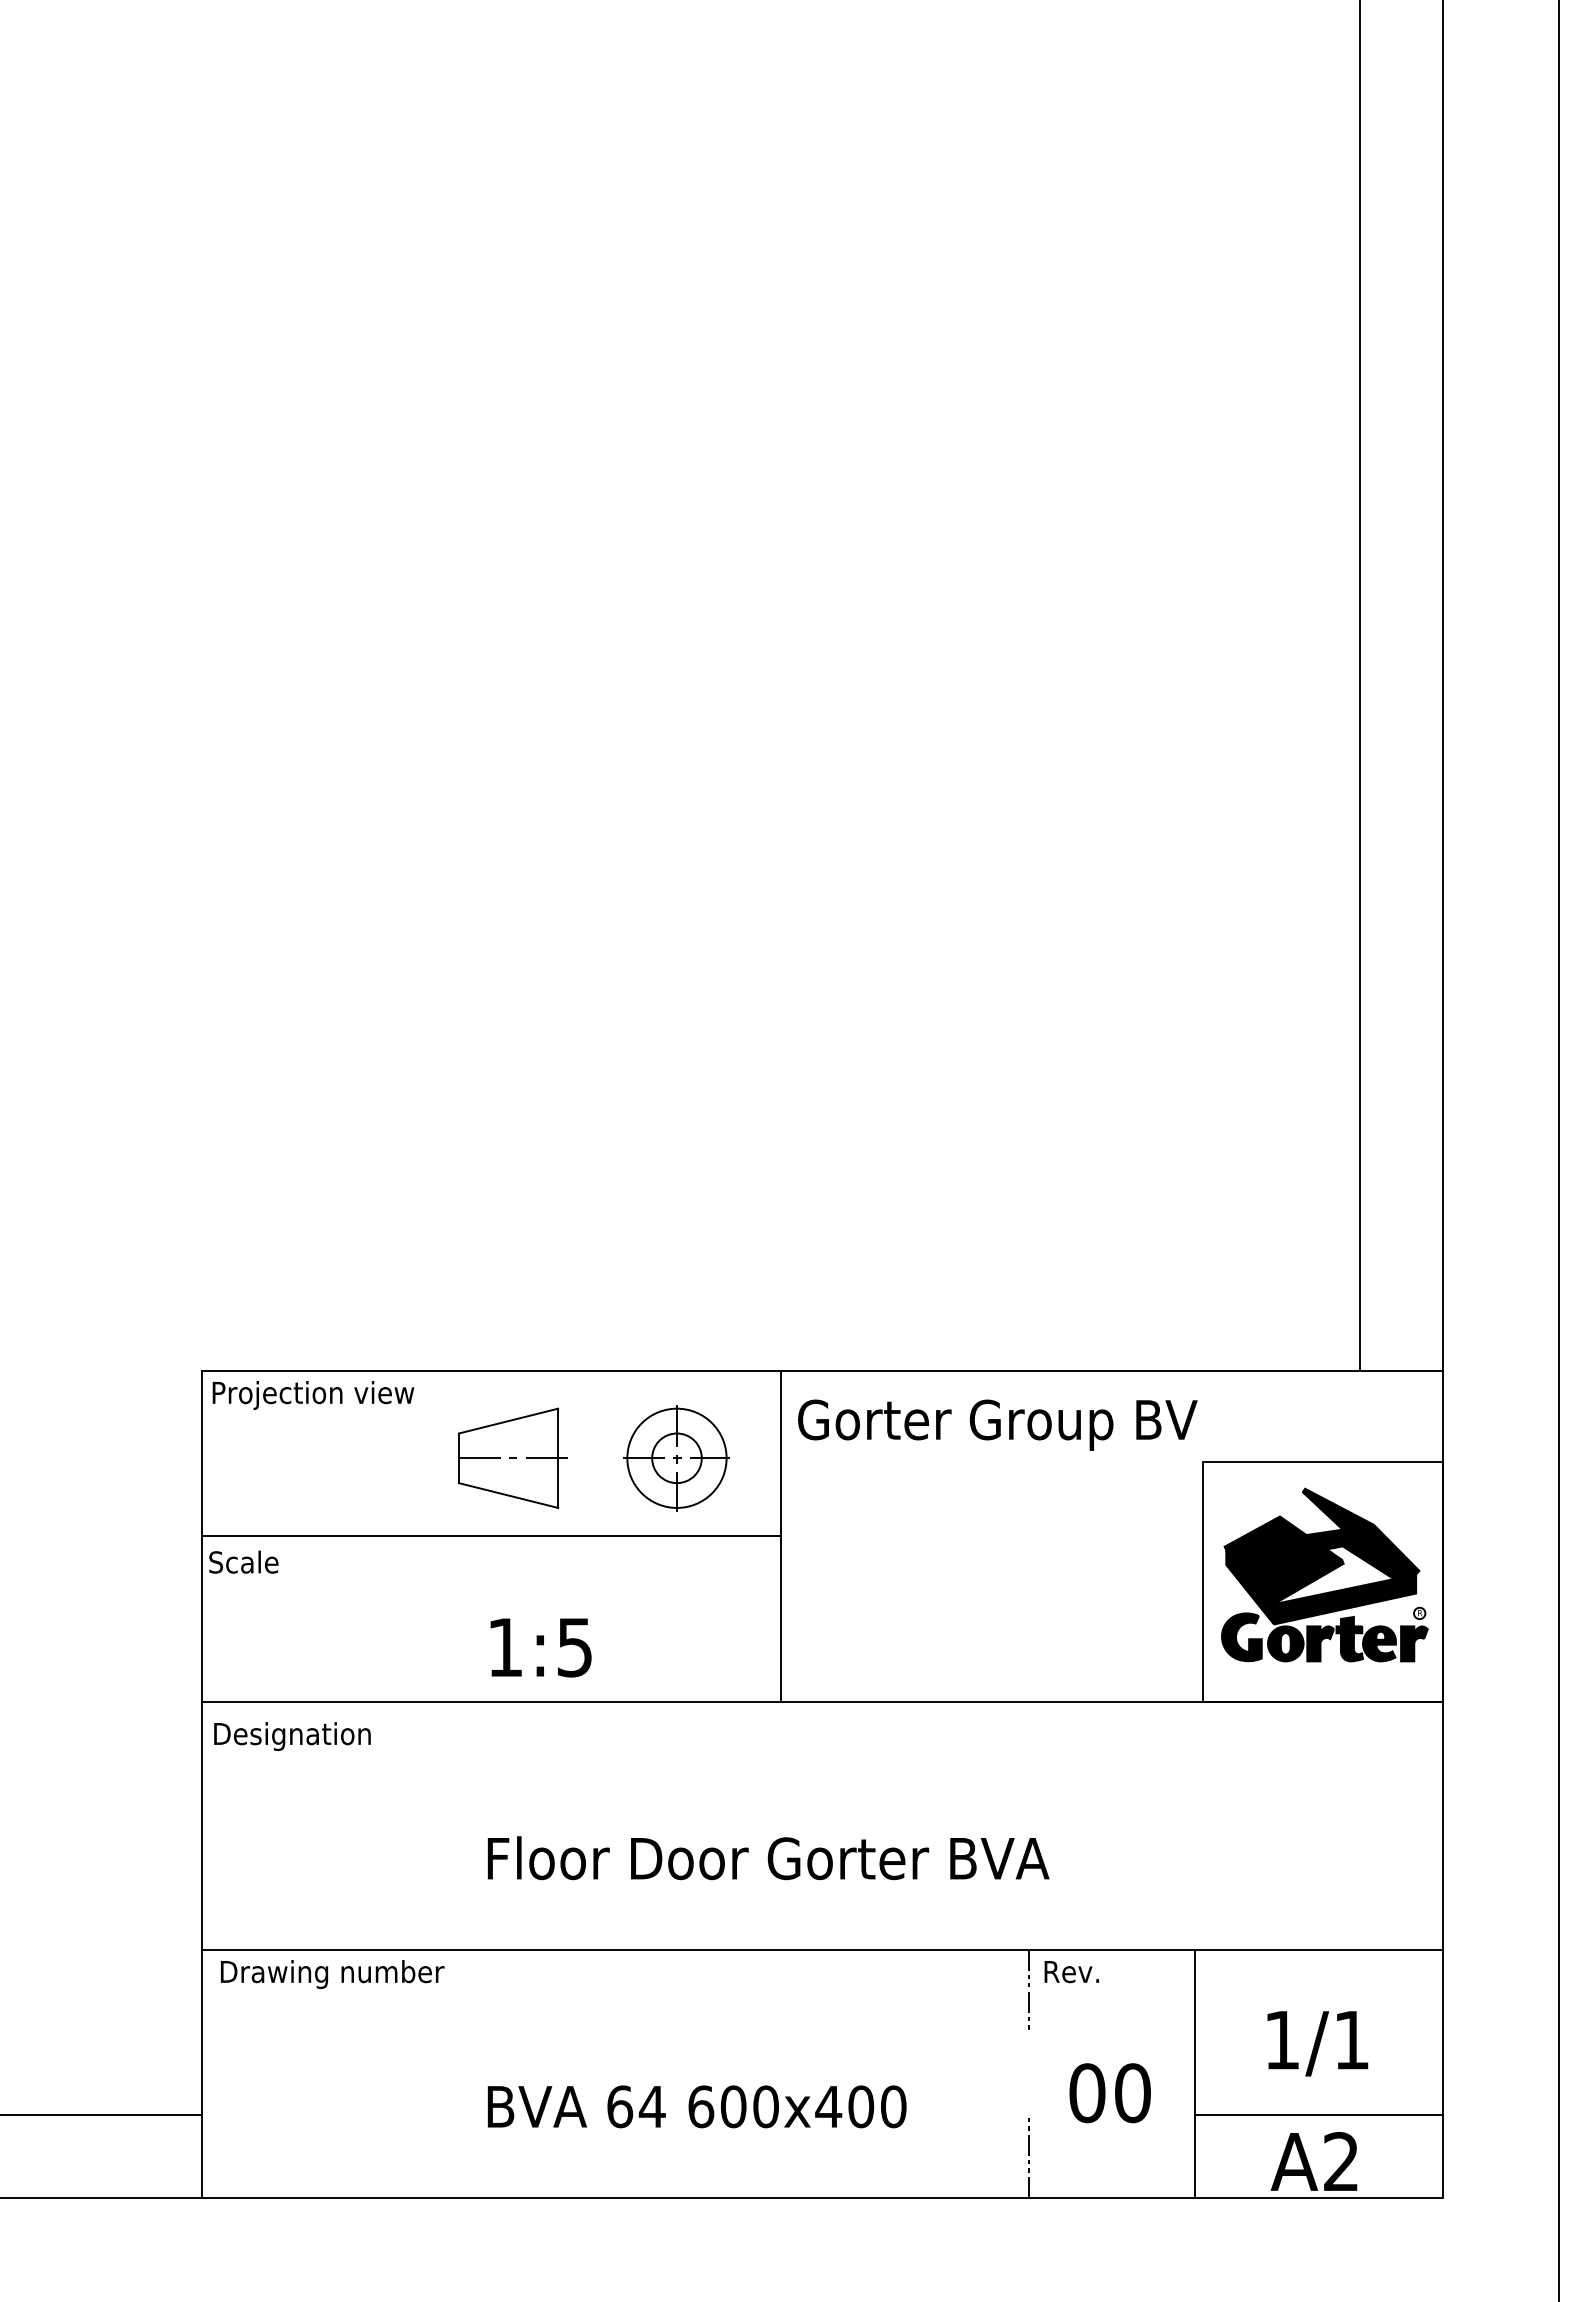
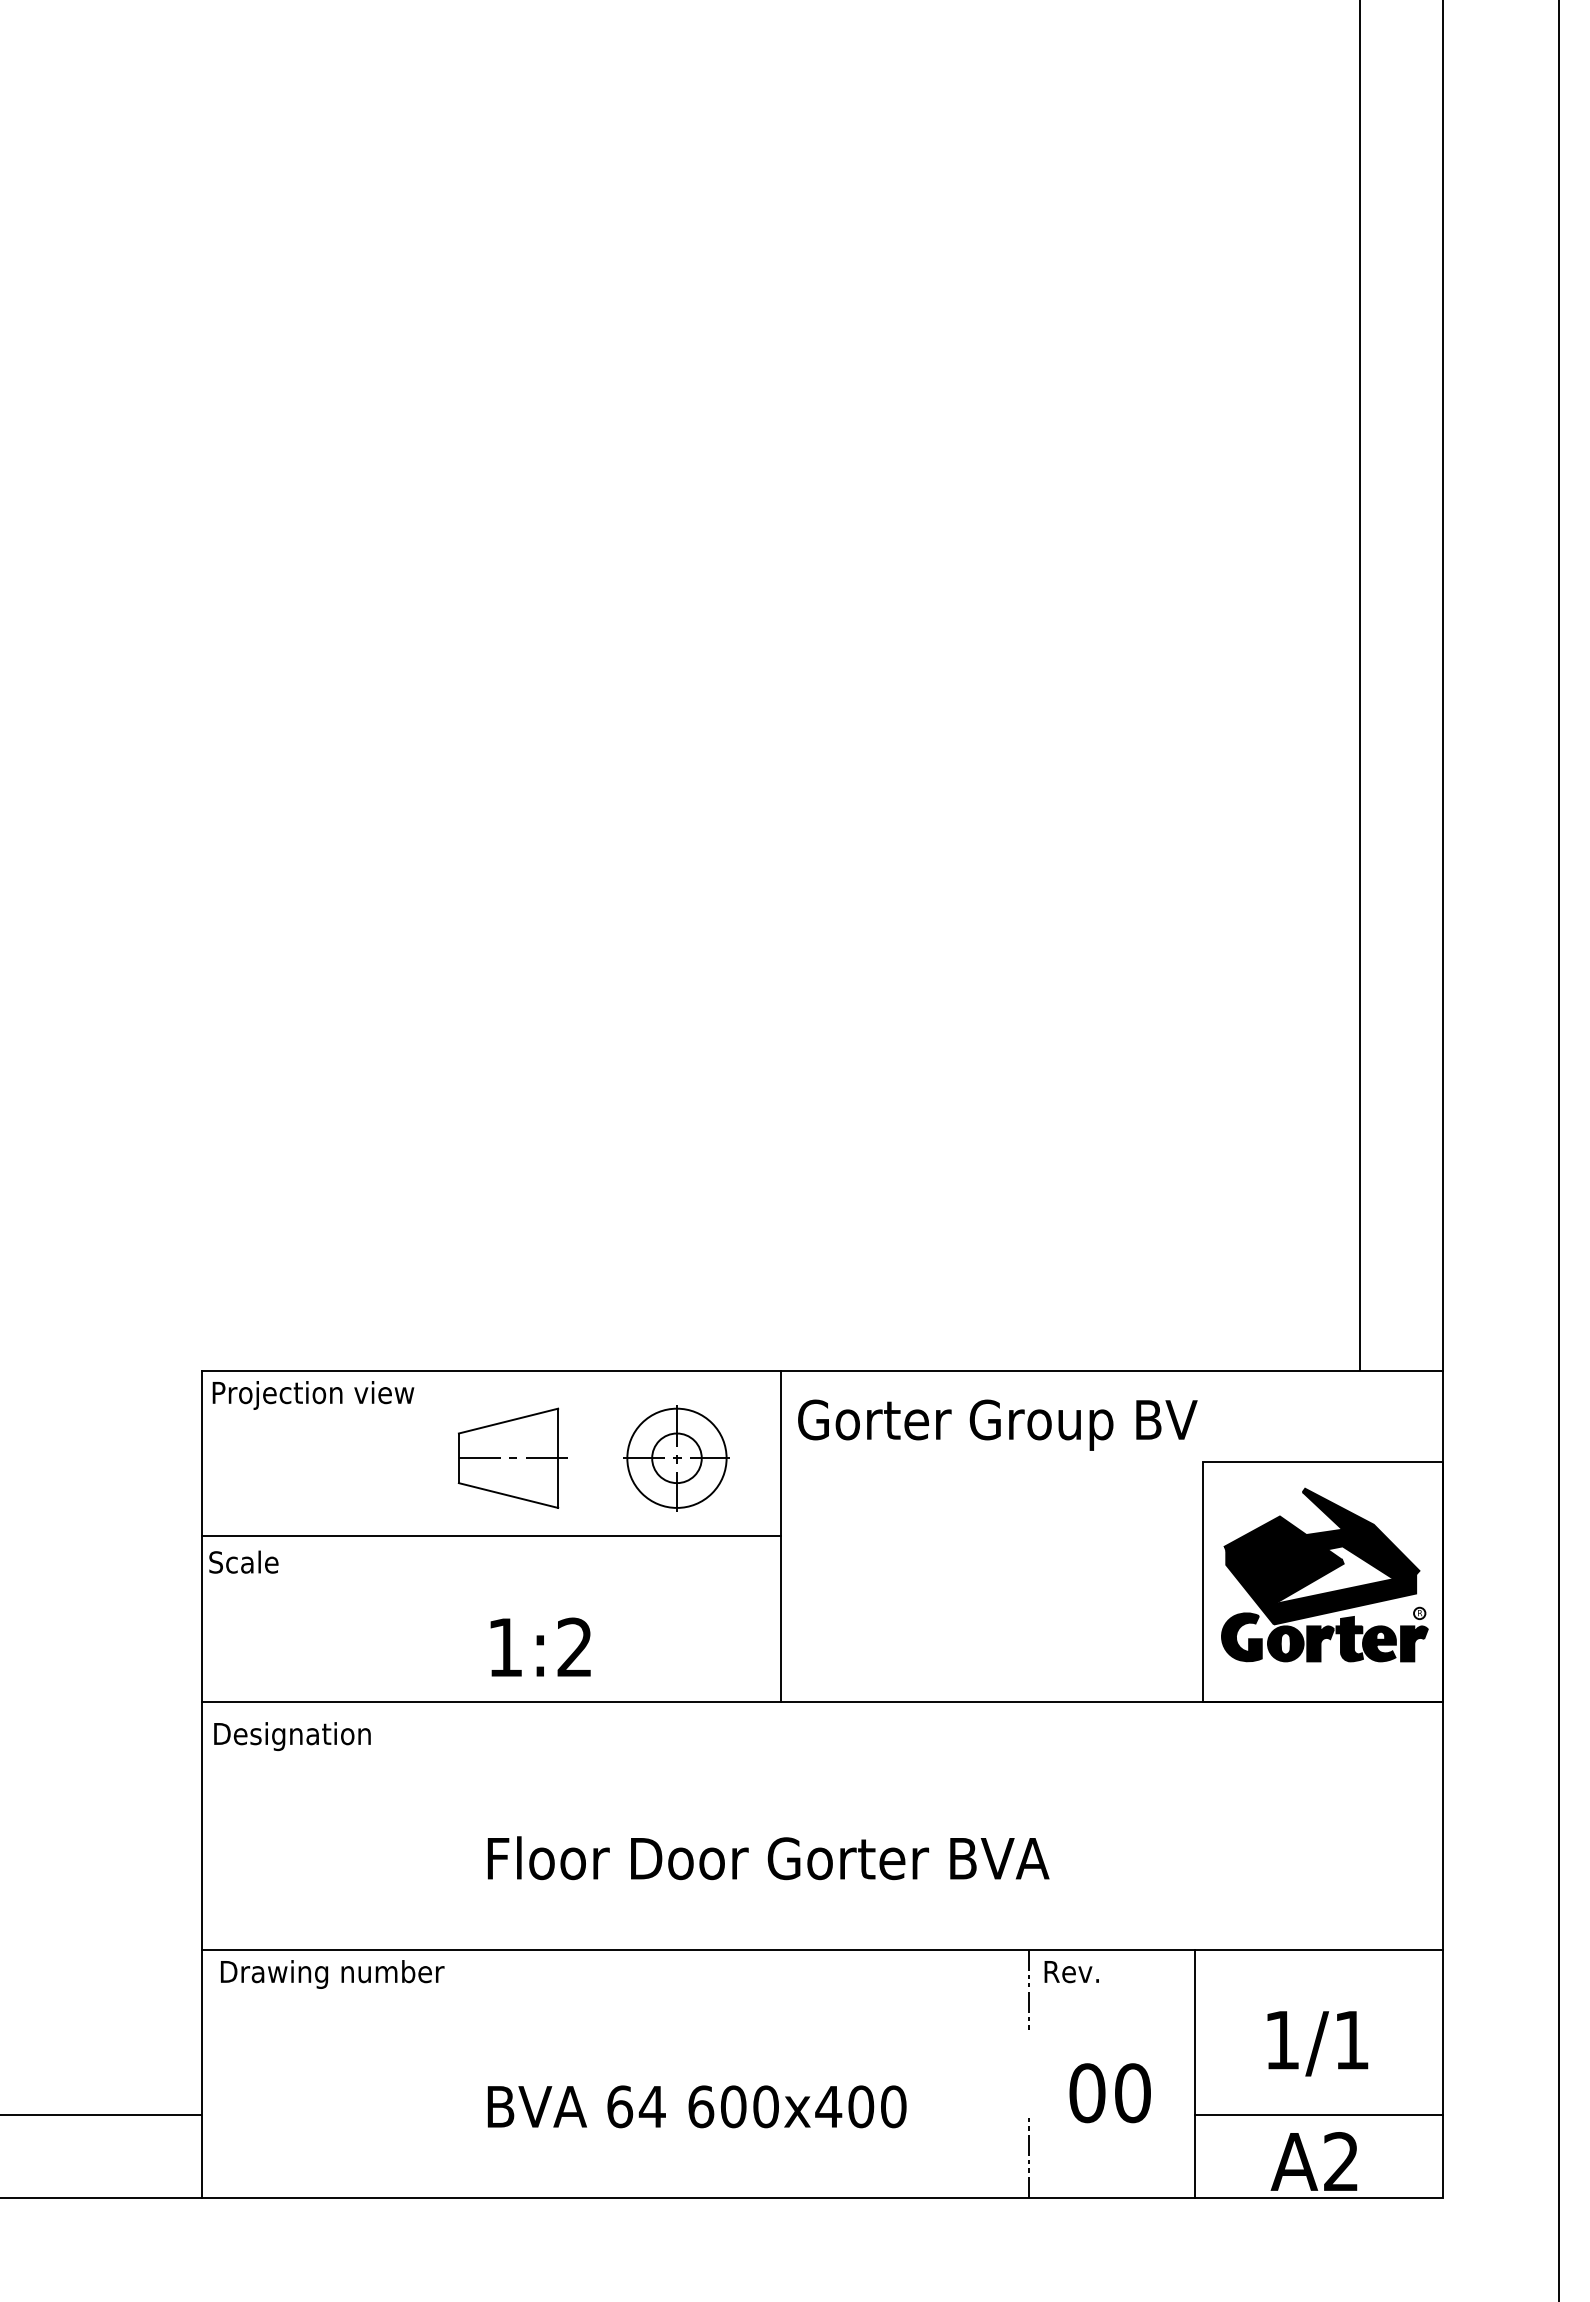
text at (574, 1647): 1:5 -> 1:2
